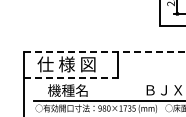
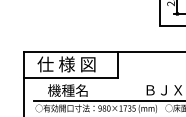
line at (104, 52): dashed -> solid
line at (71, 77): dashed -> solid
